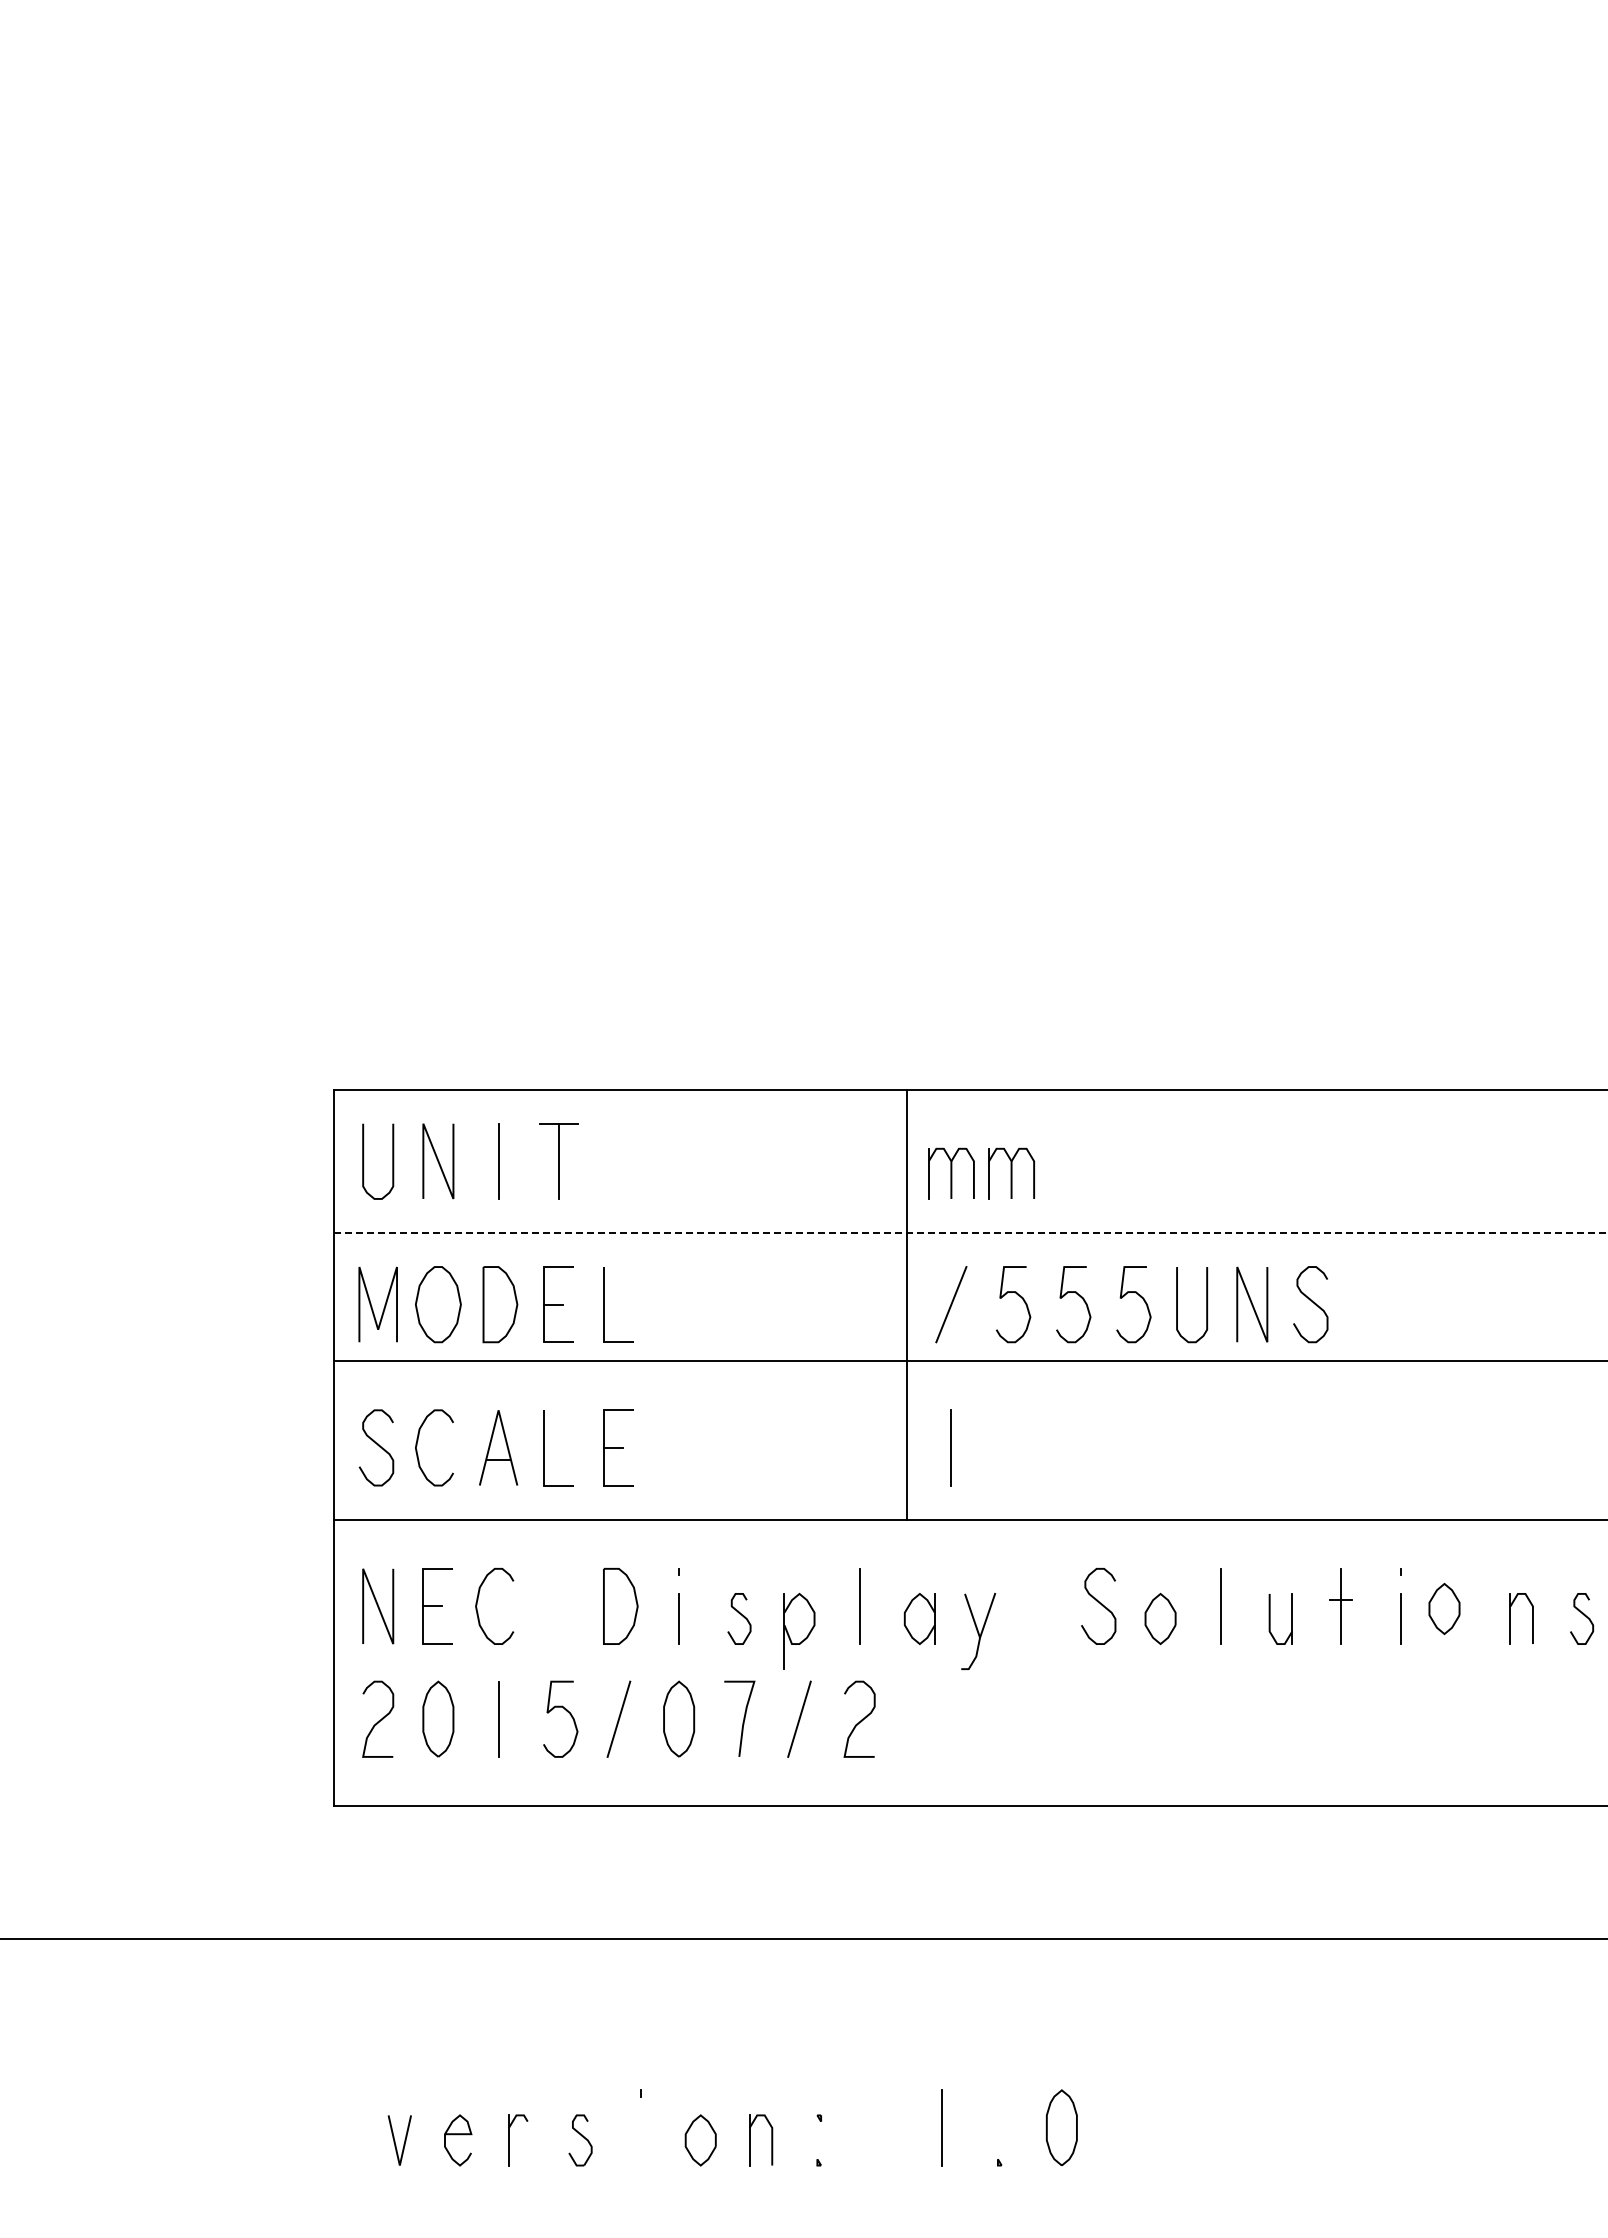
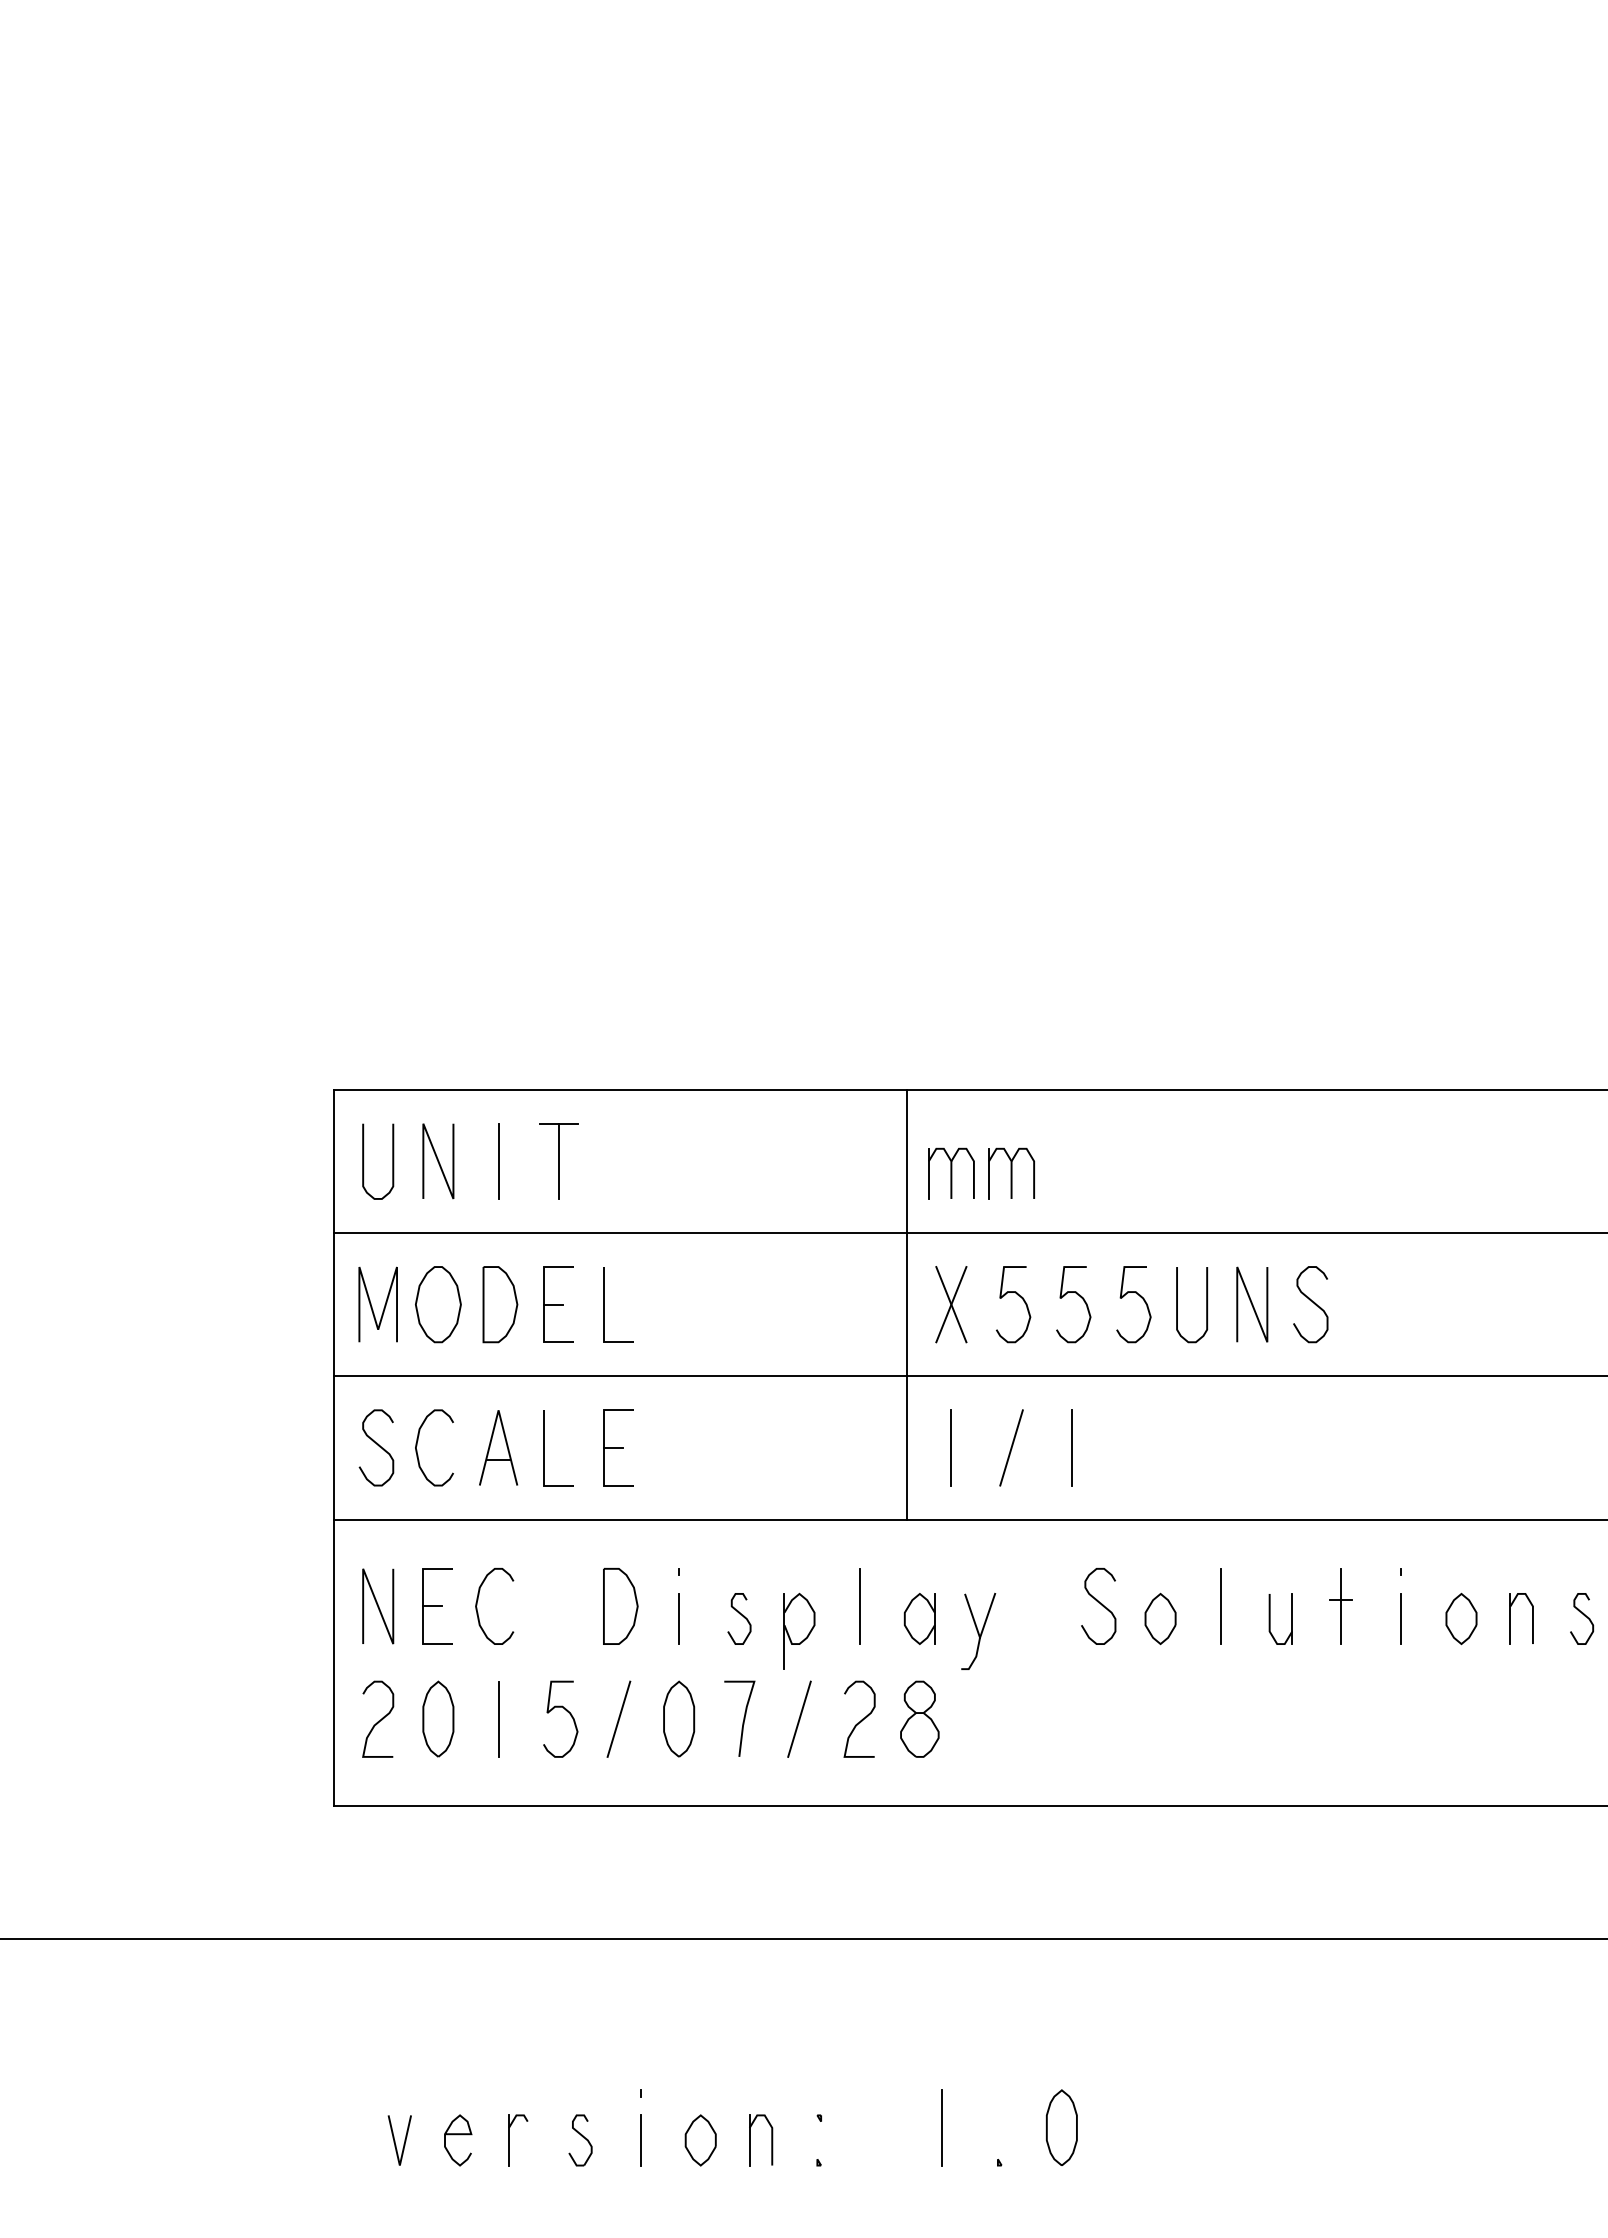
line at (970, 1233): dashed -> solid
line at (951, 1304): none -> present
line at (968, 1361) position: (968, 1361) -> (968, 1376)
line at (1011, 1447): none -> present
line at (1071, 1447): none -> present
part at (1444, 1608) position: (1444, 1608) -> (1461, 1618)
part at (919, 1718): none -> present
line at (640, 2140): none -> present
